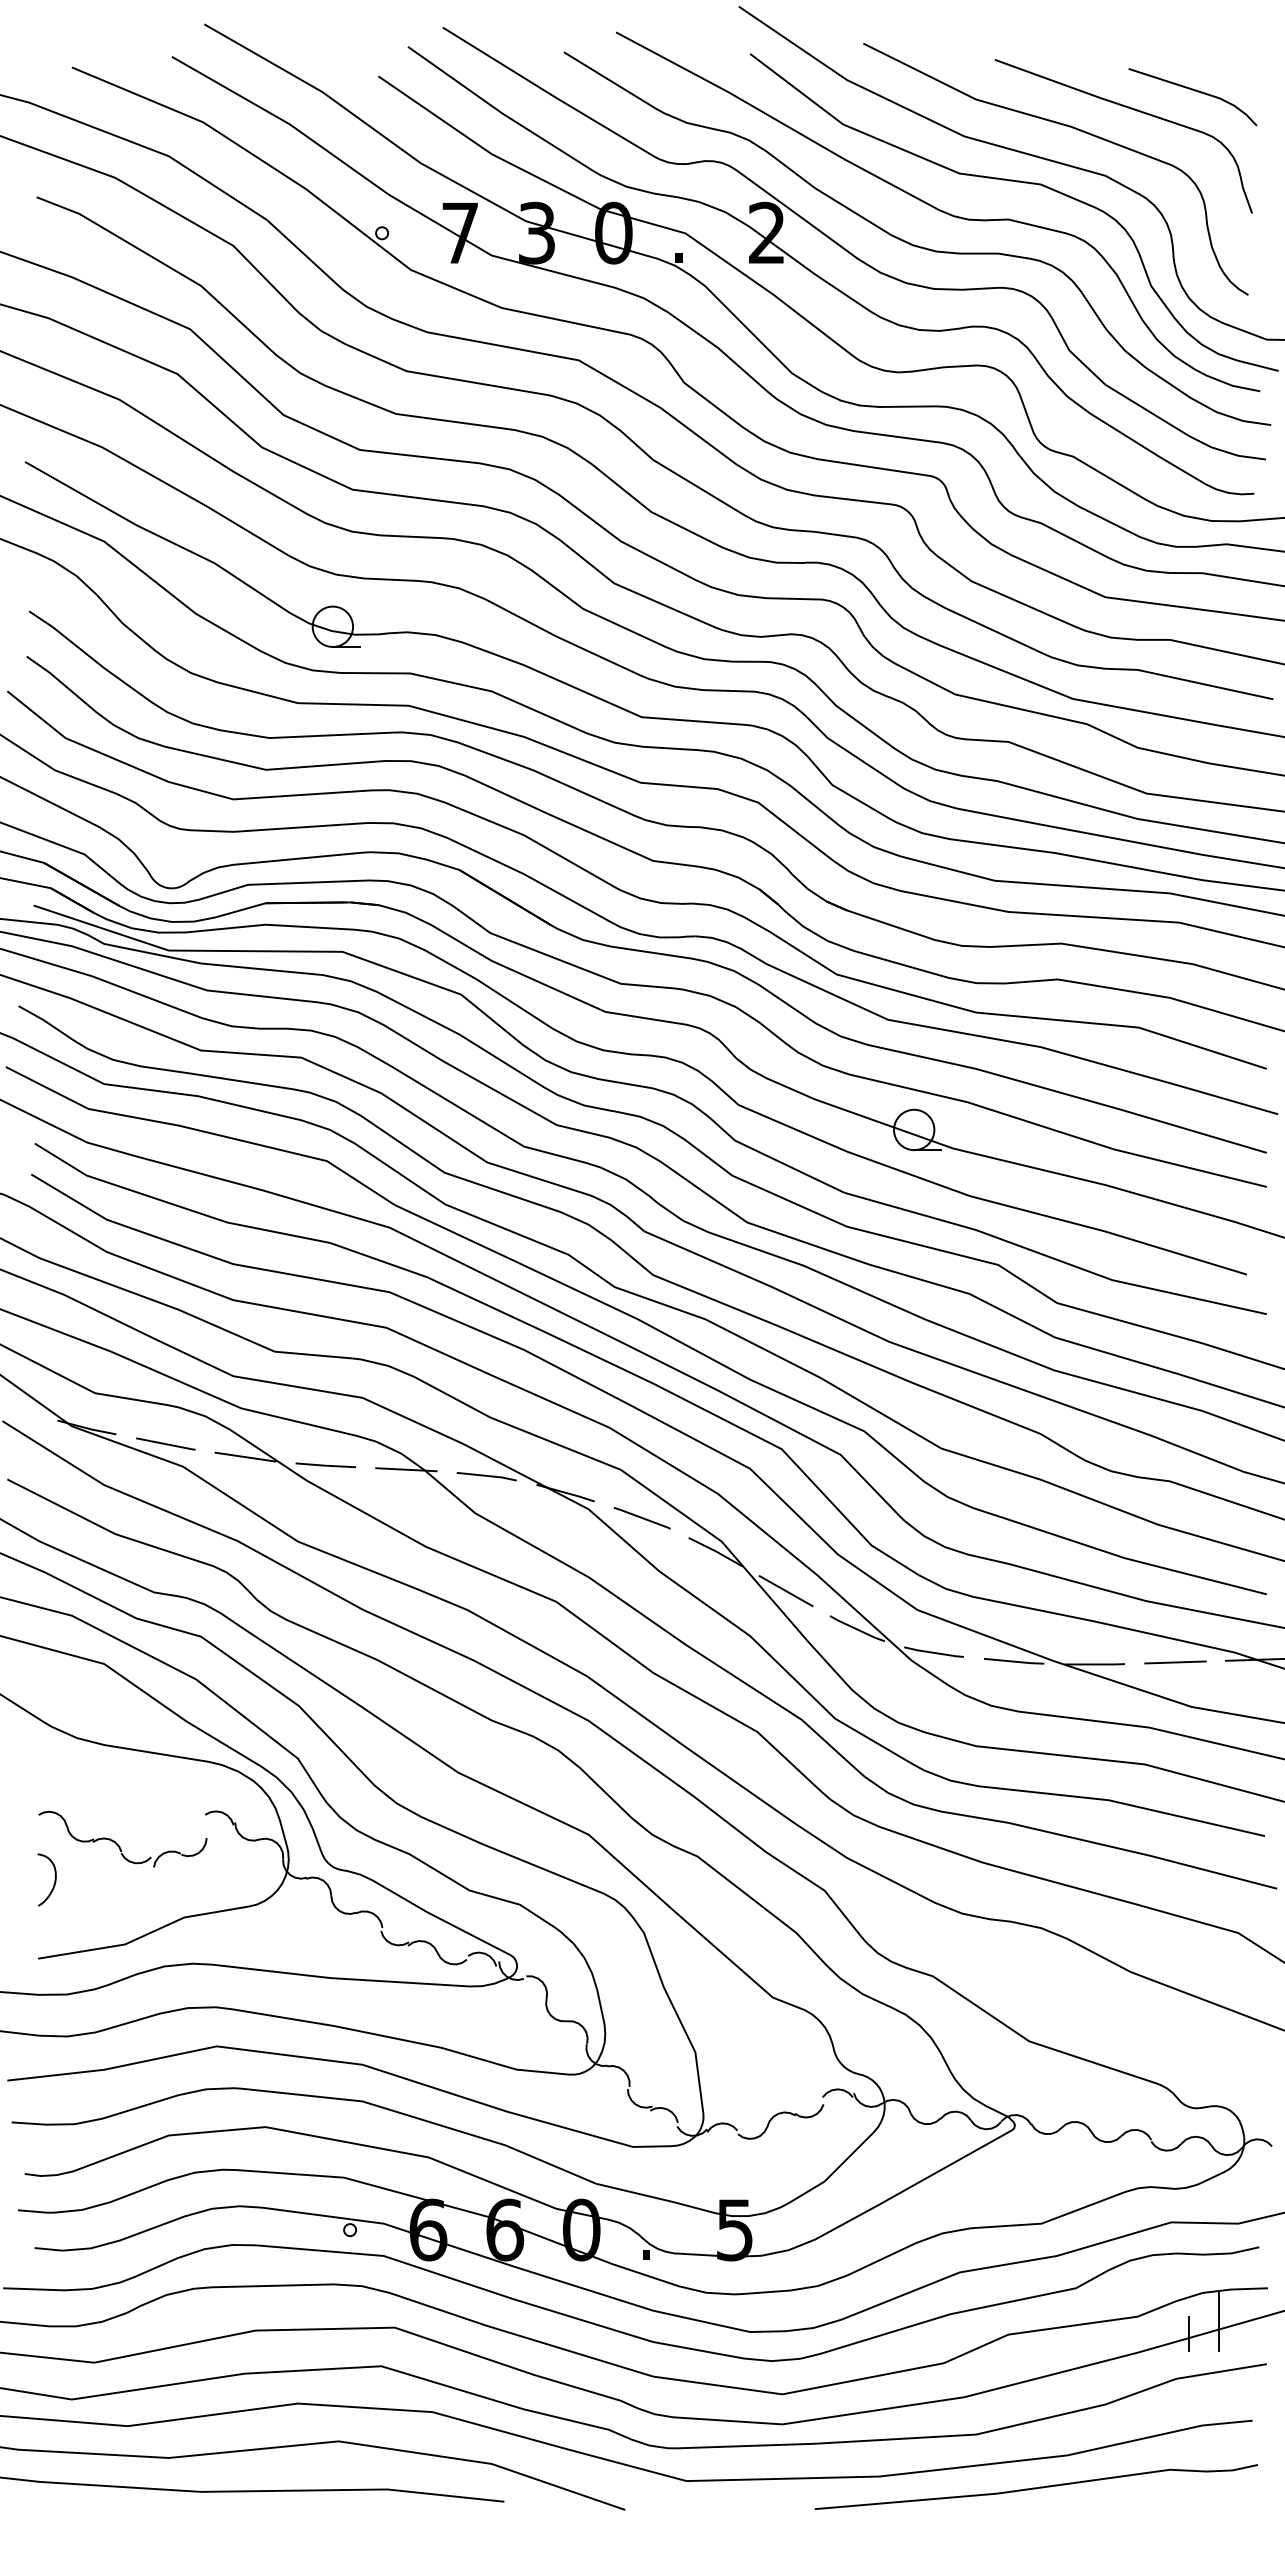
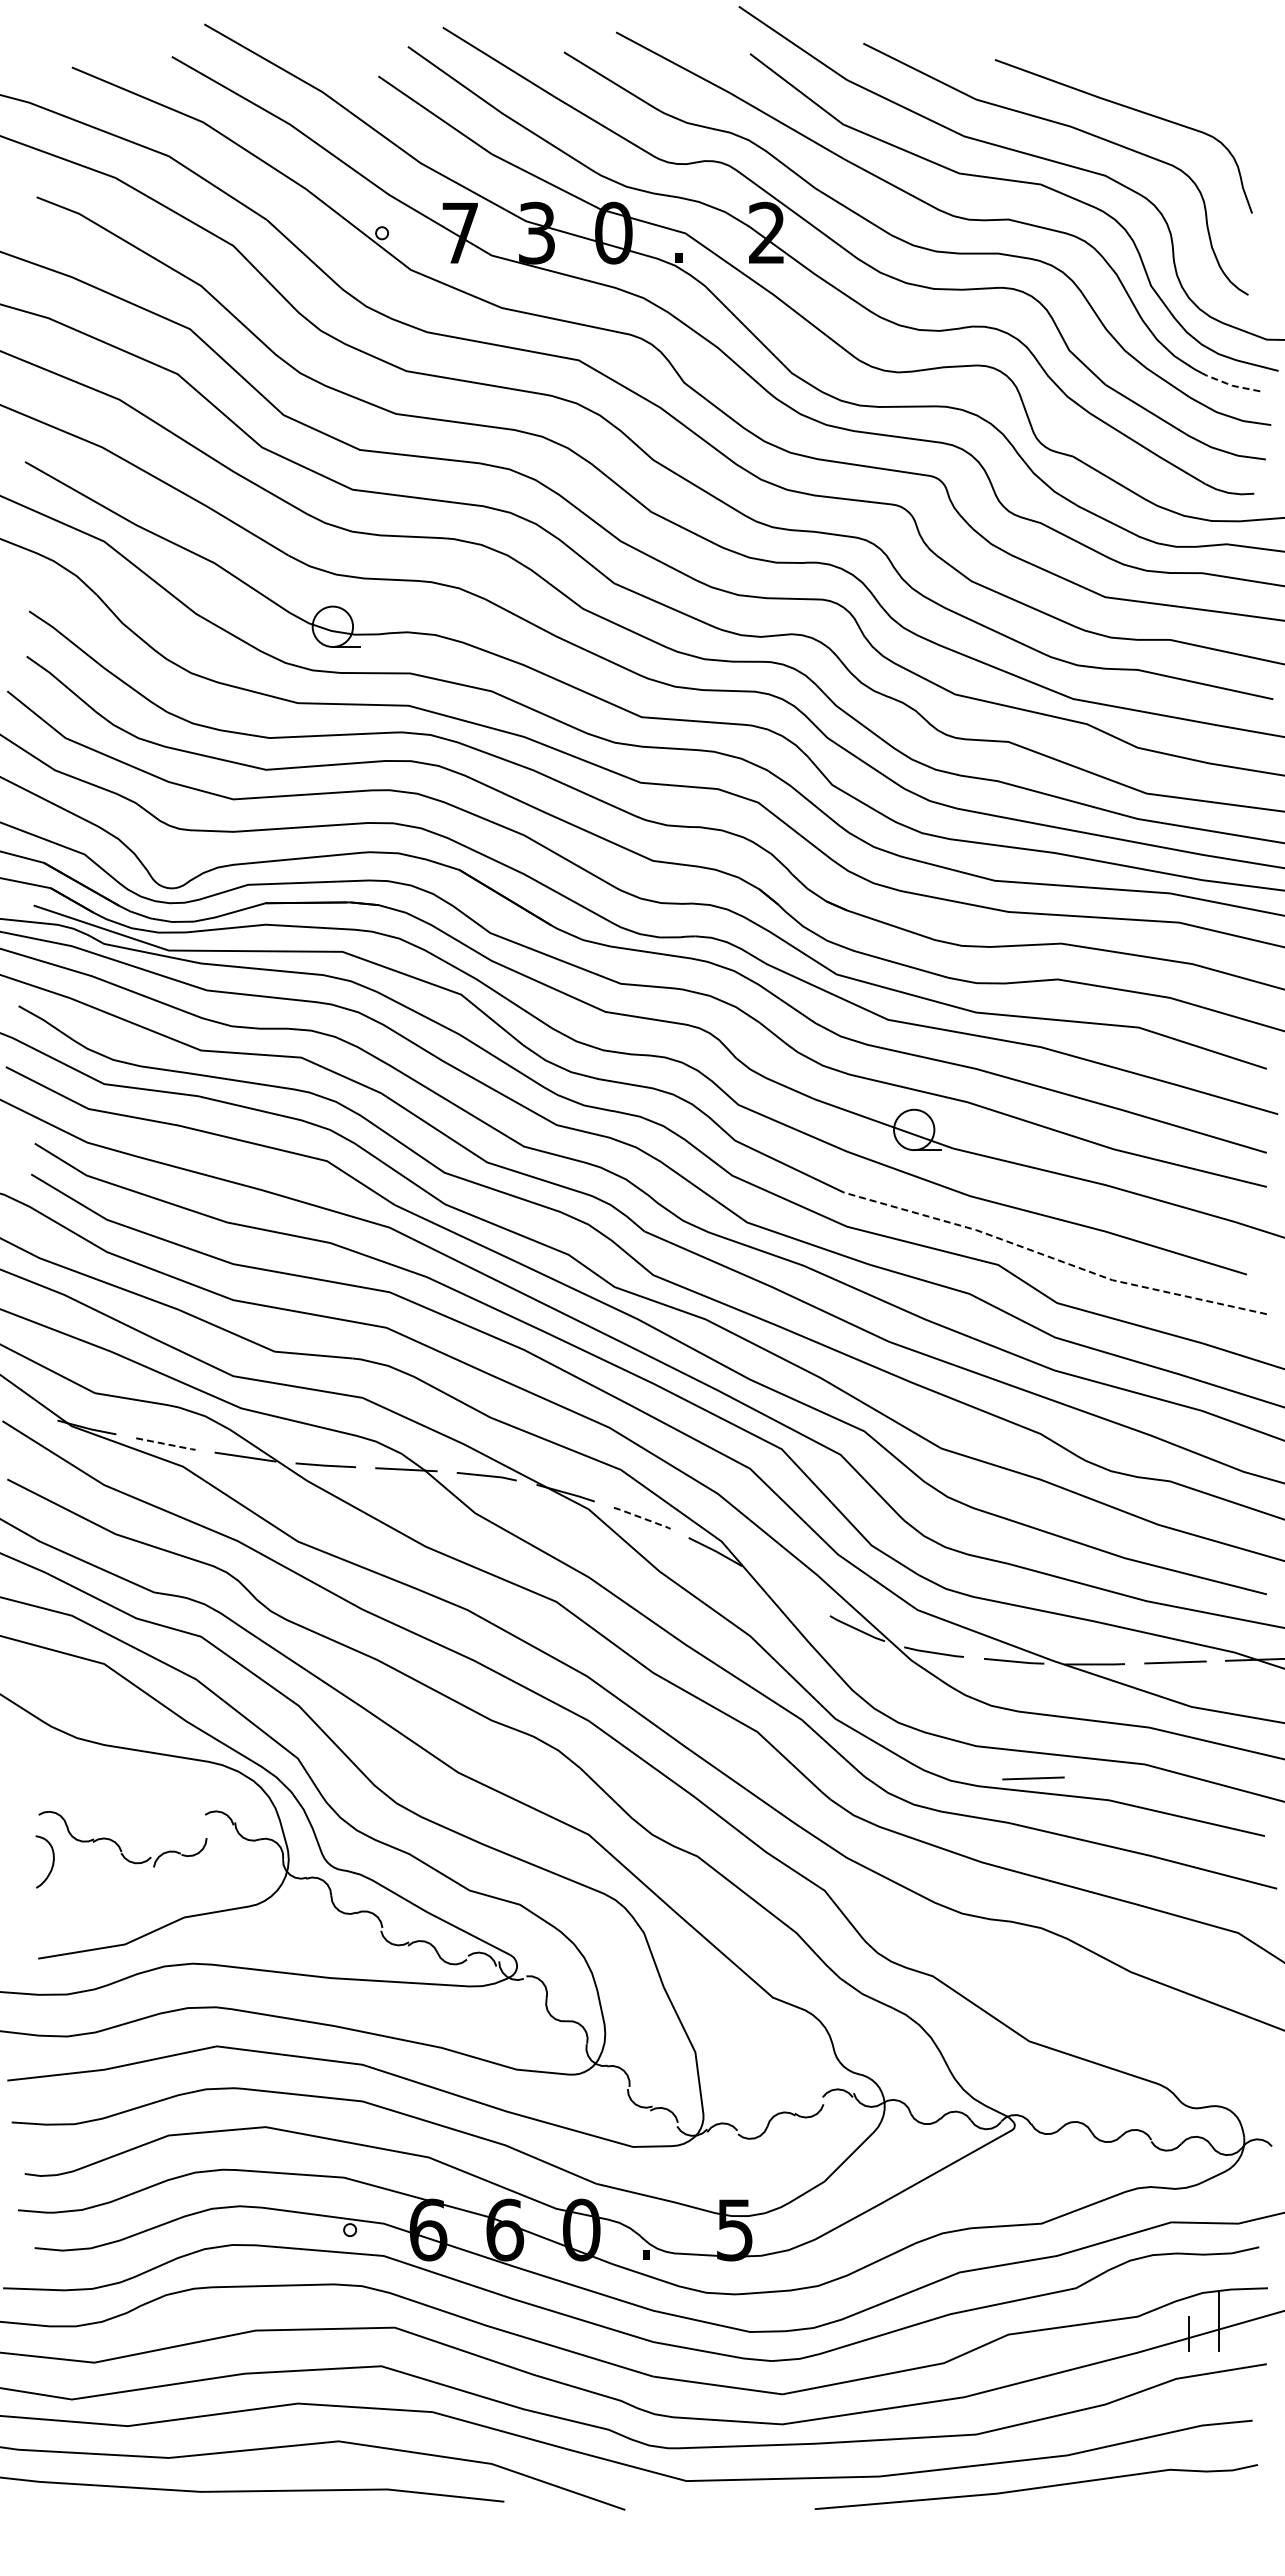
curve at (1194, 91): present -> none
line at (1229, 384): solid -> dashed
line at (1054, 1258): solid -> dashed
line at (167, 1444): solid -> dashed
line at (642, 1518): solid -> dashed
line at (785, 1591): present -> none
line at (1033, 1778): none -> present
curve at (54, 1879) position: (54, 1879) -> (52, 1861)
